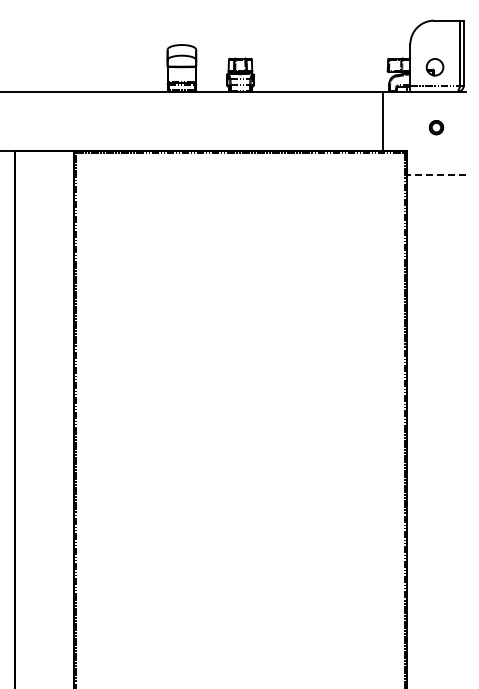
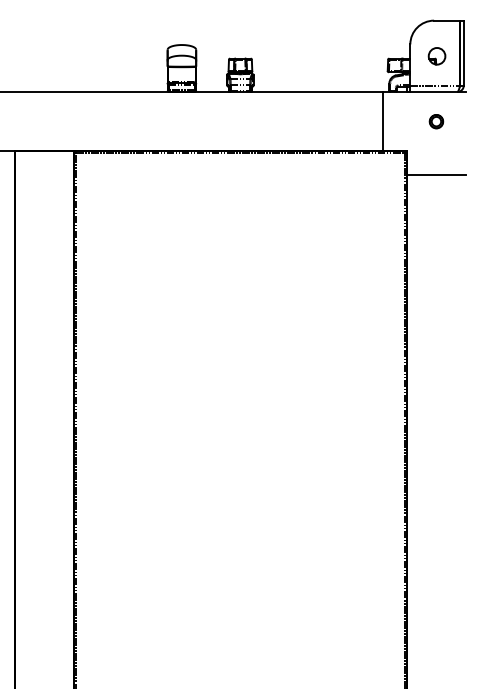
part at (434, 67) position: (434, 67) -> (436, 56)
part at (436, 127) position: (436, 127) -> (436, 121)
line at (436, 175): dashed -> solid
